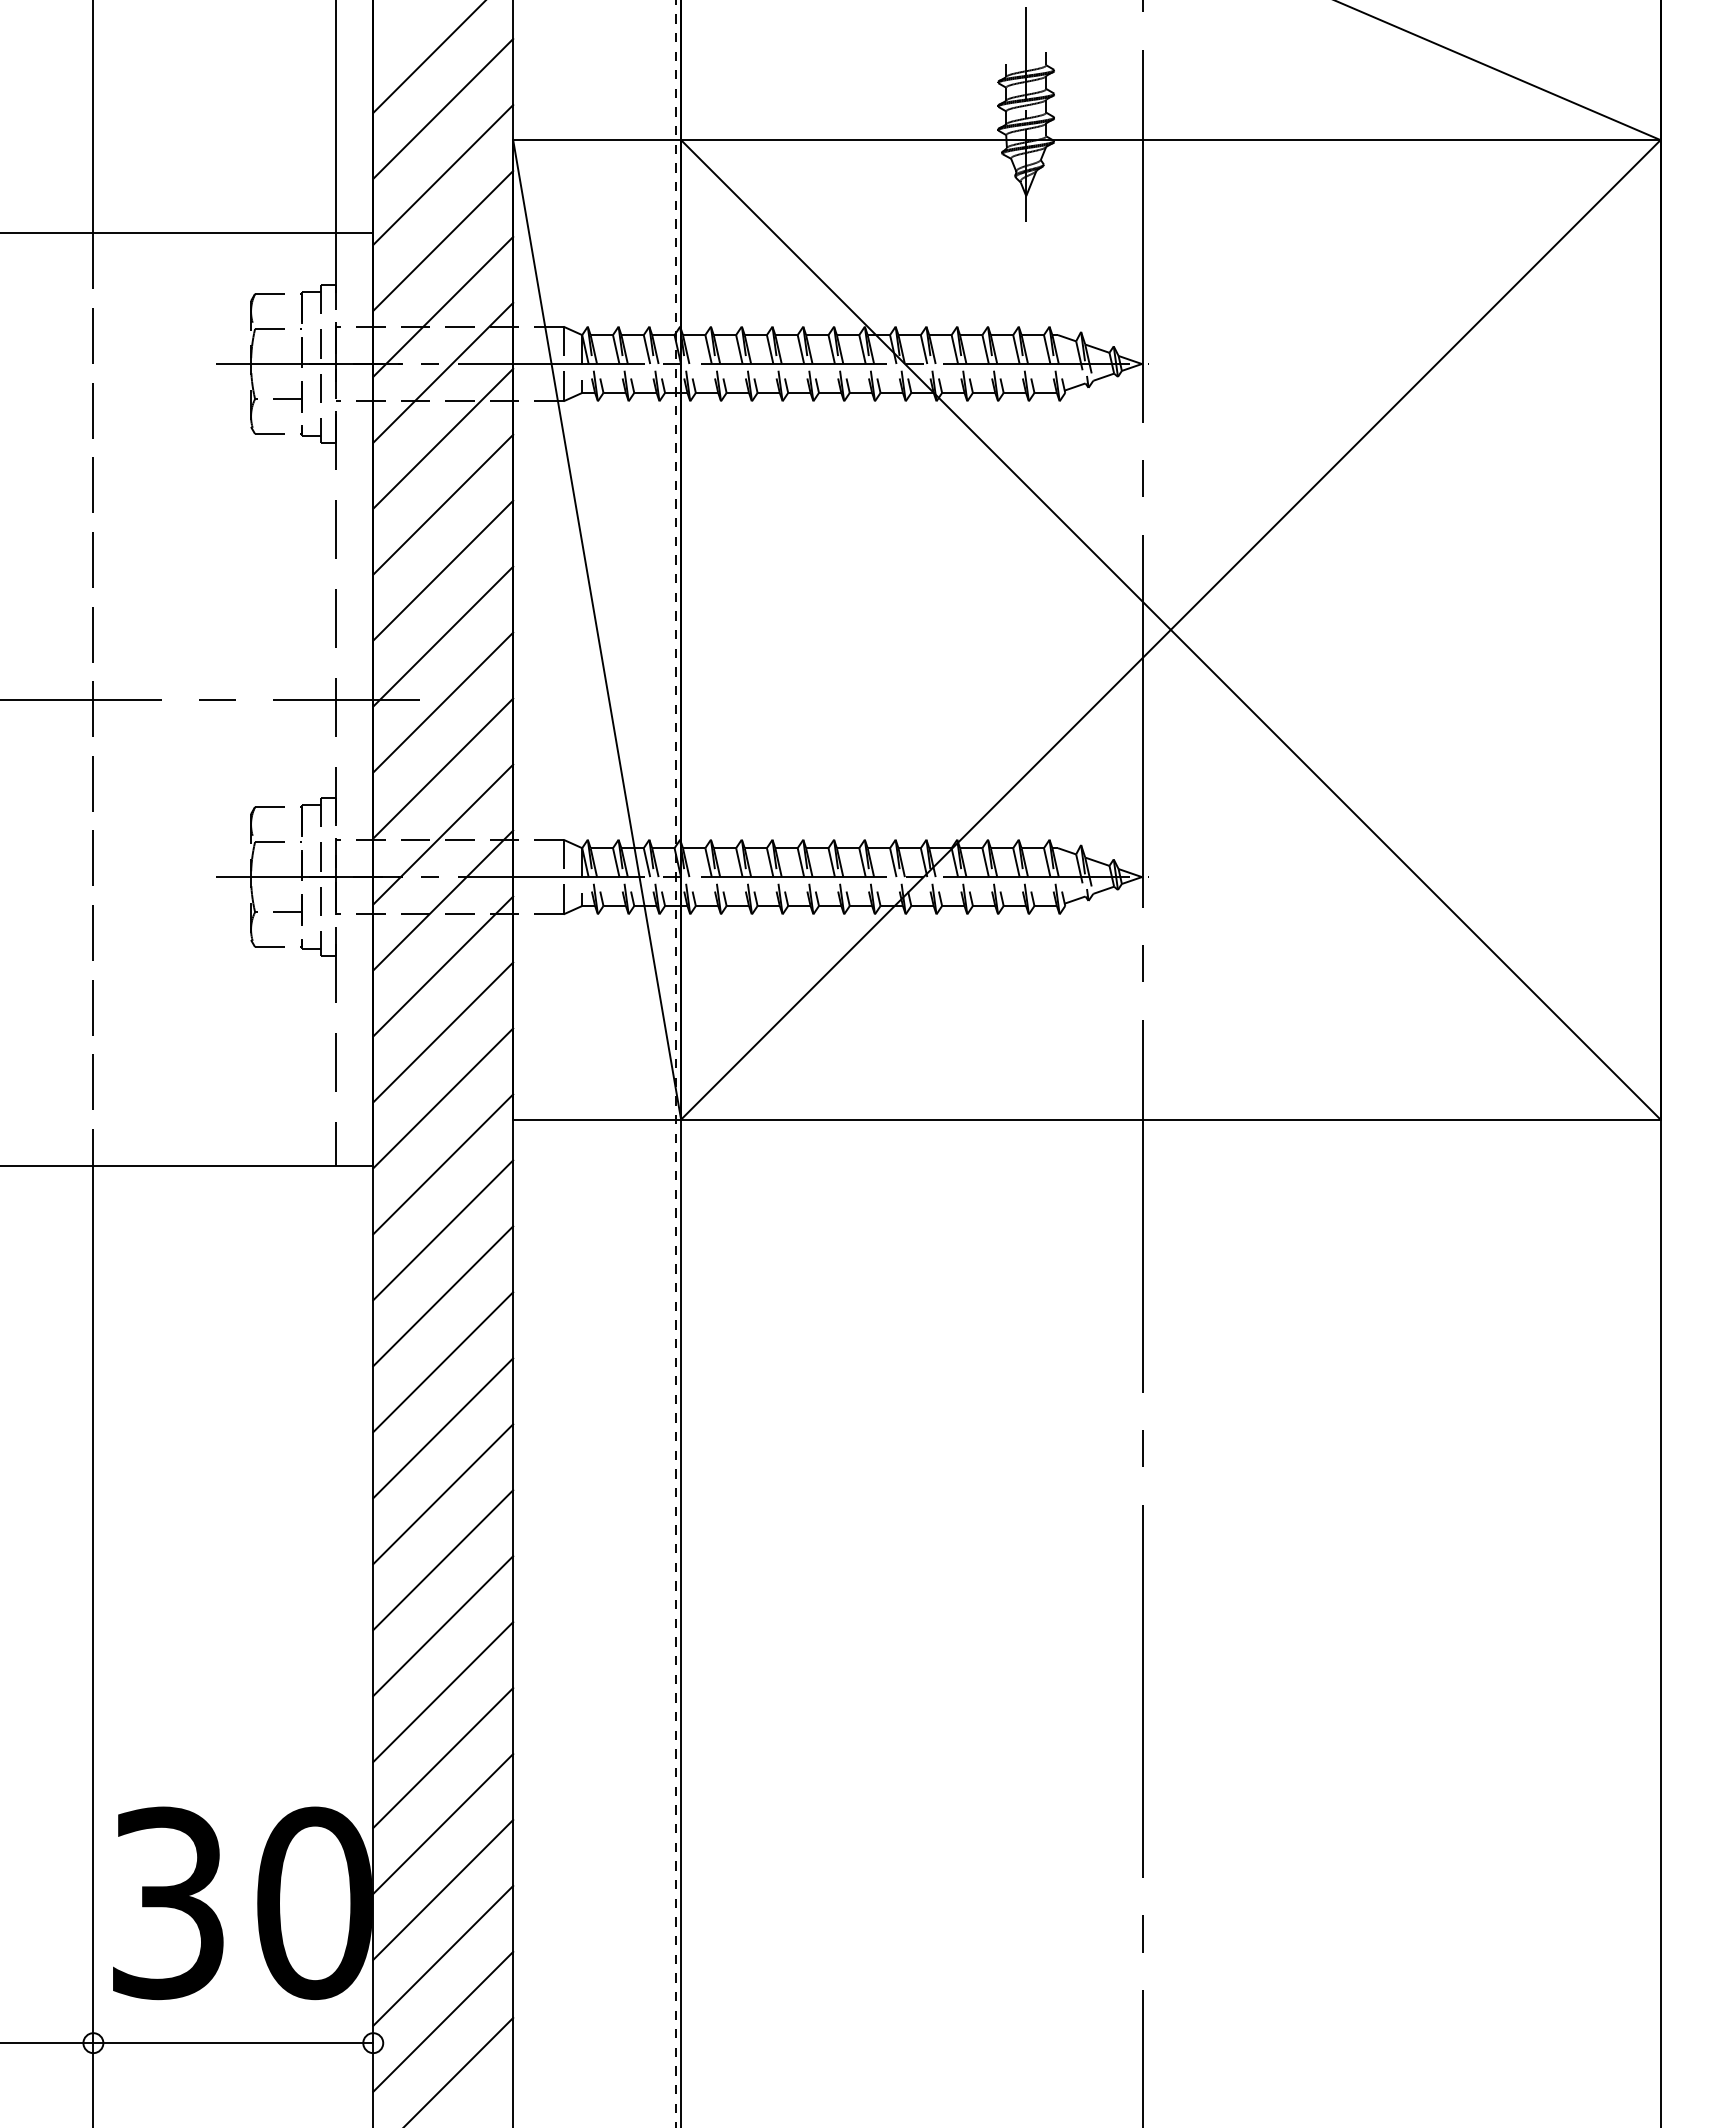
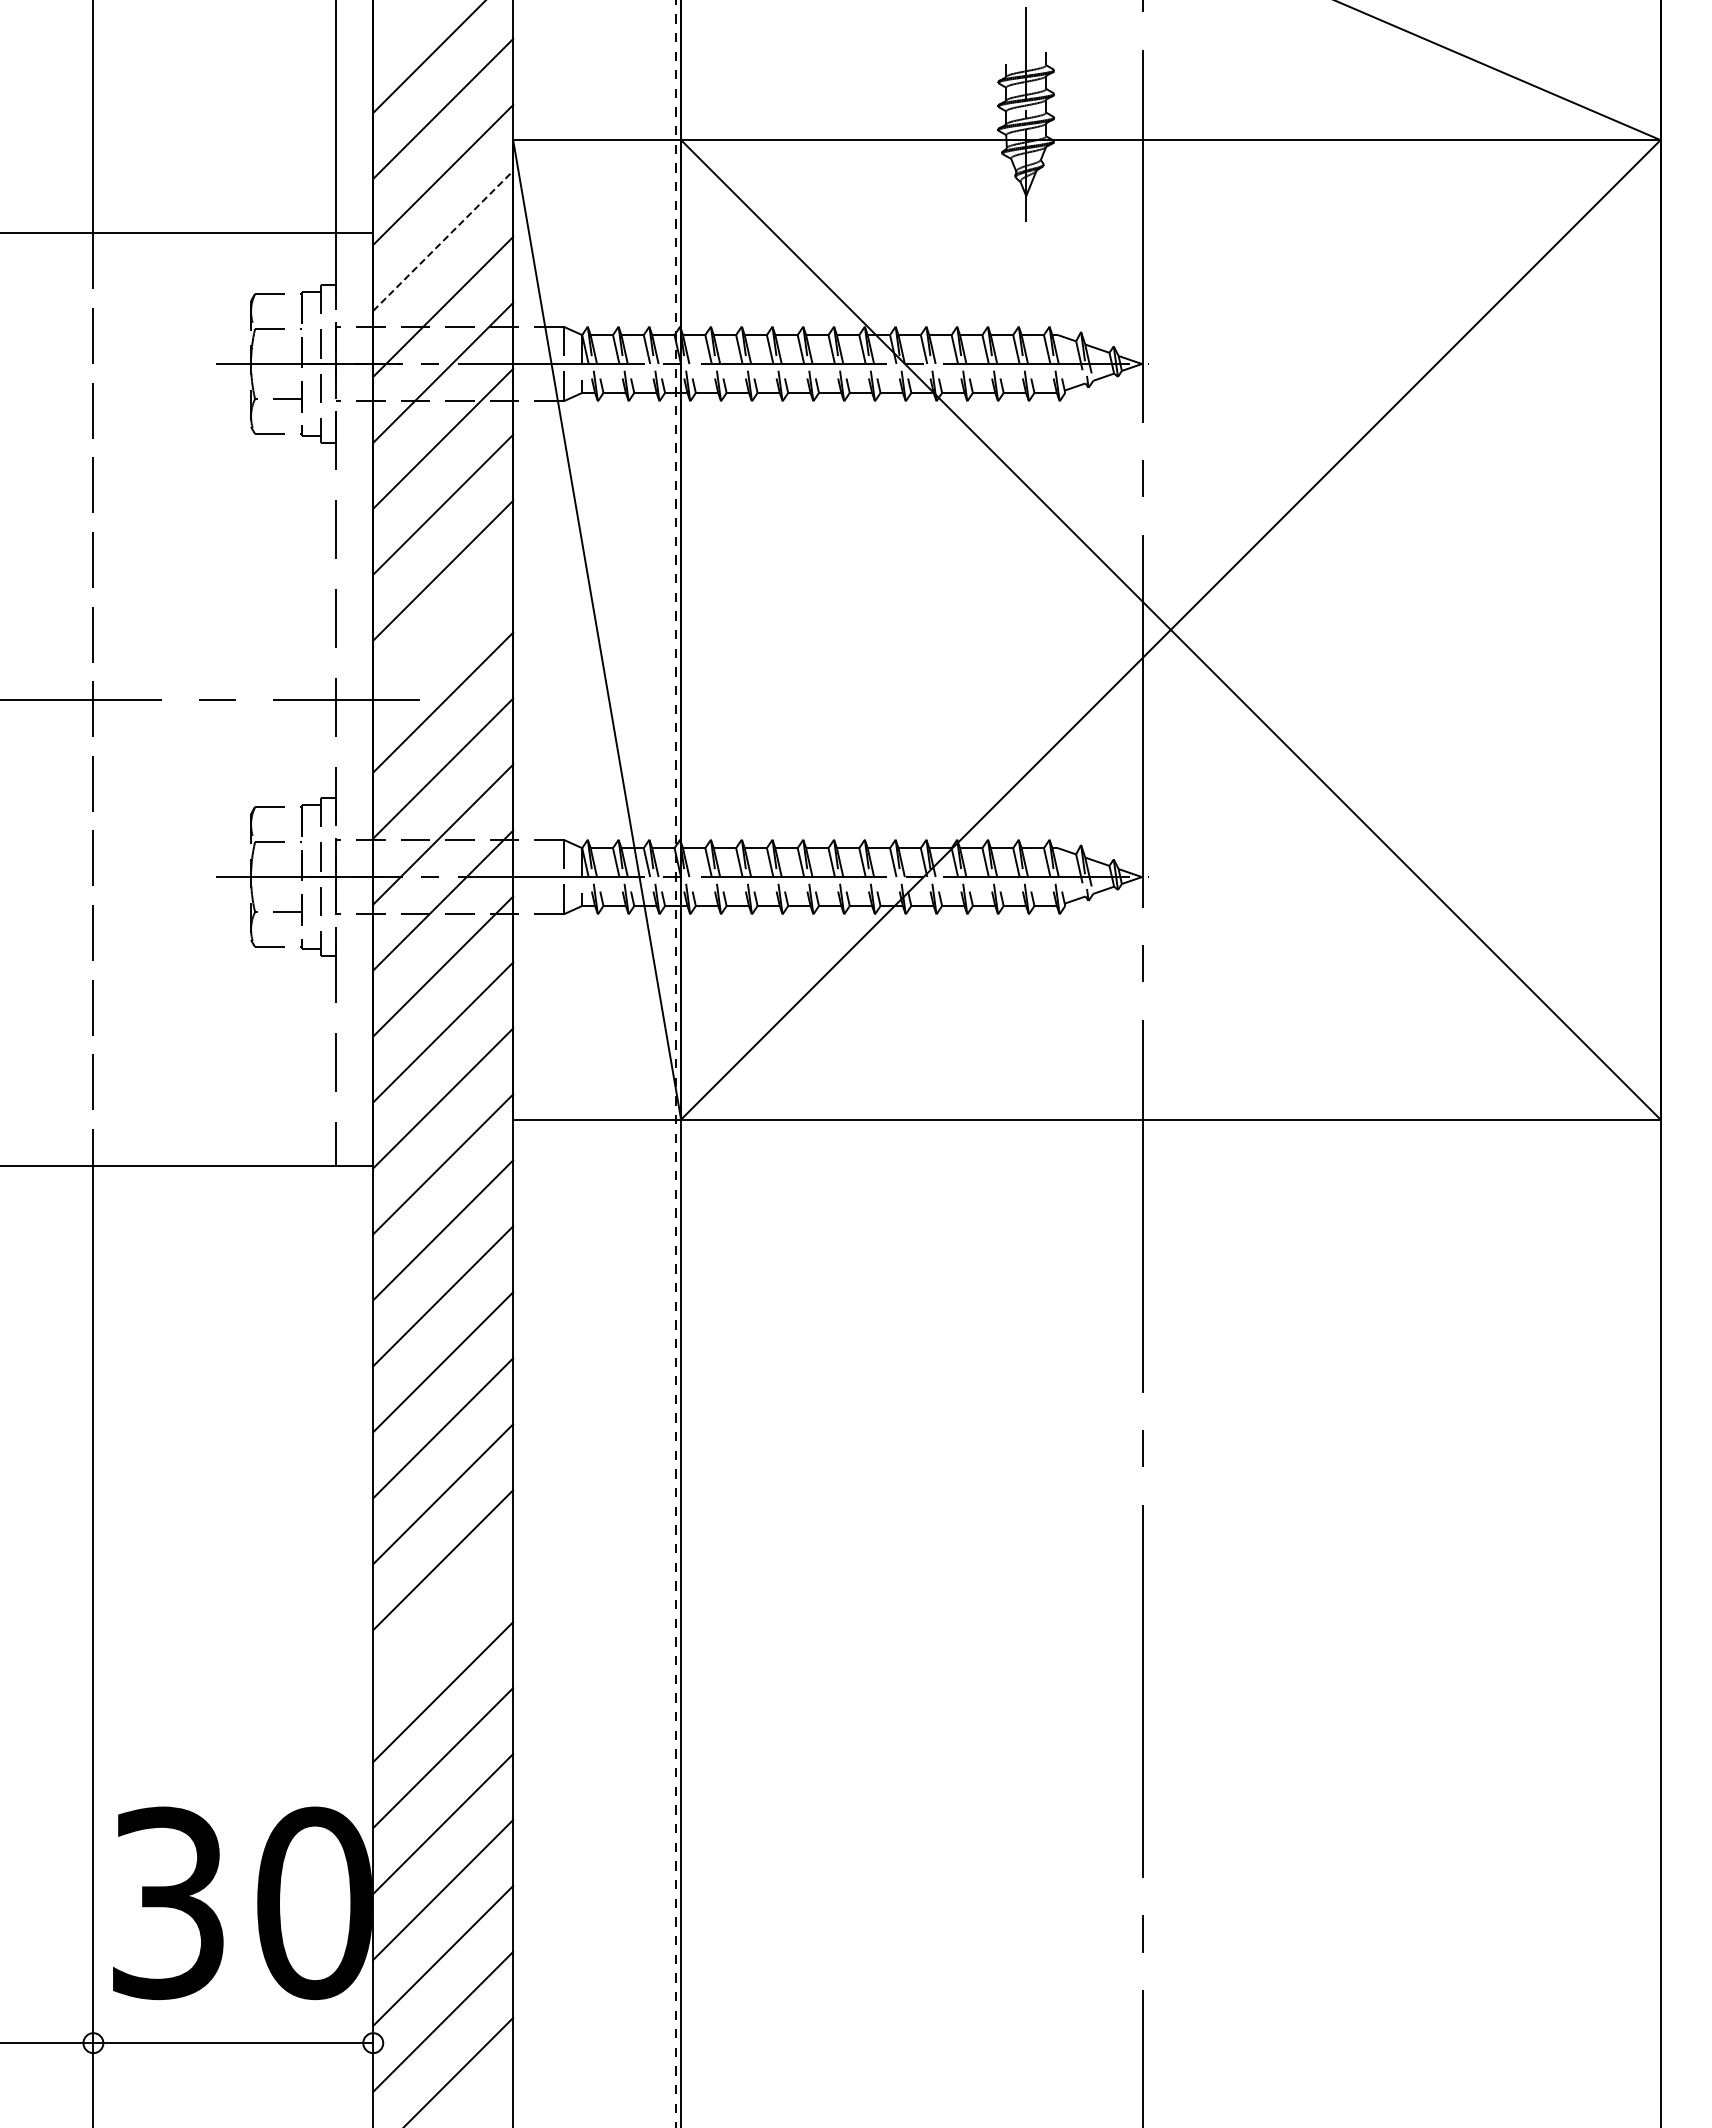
line at (443, 240): solid -> dashed
line at (443, 636): present -> none
line at (443, 1626): present -> none
